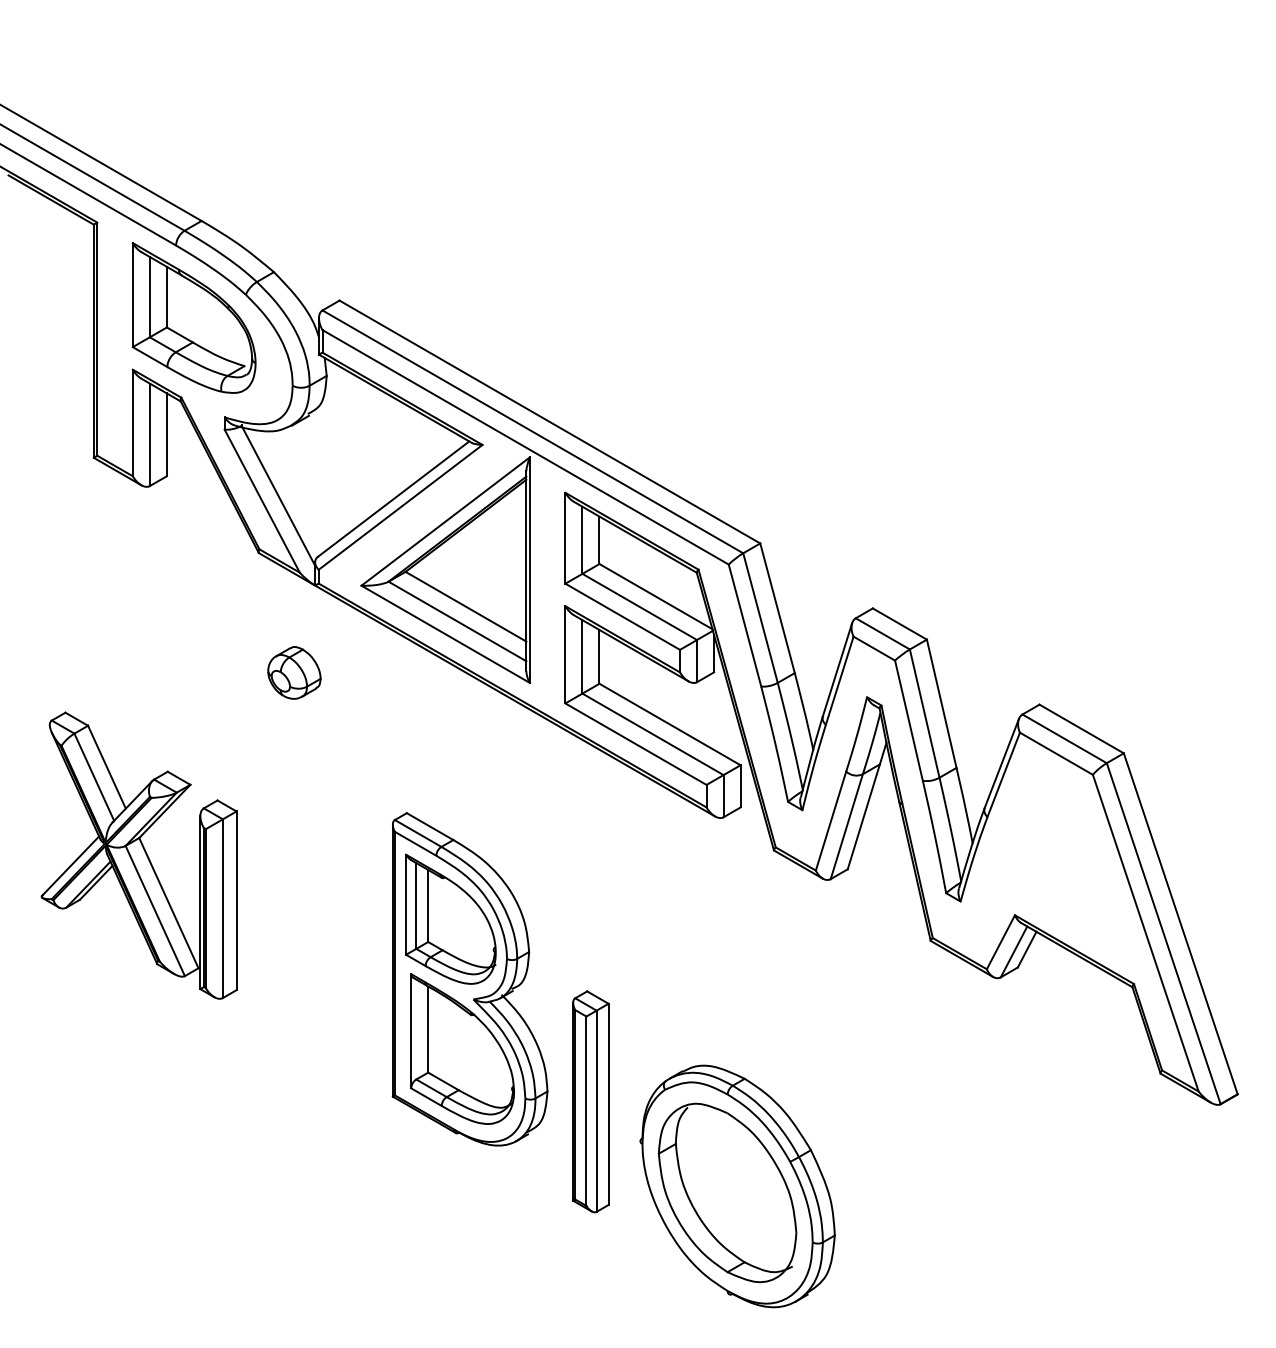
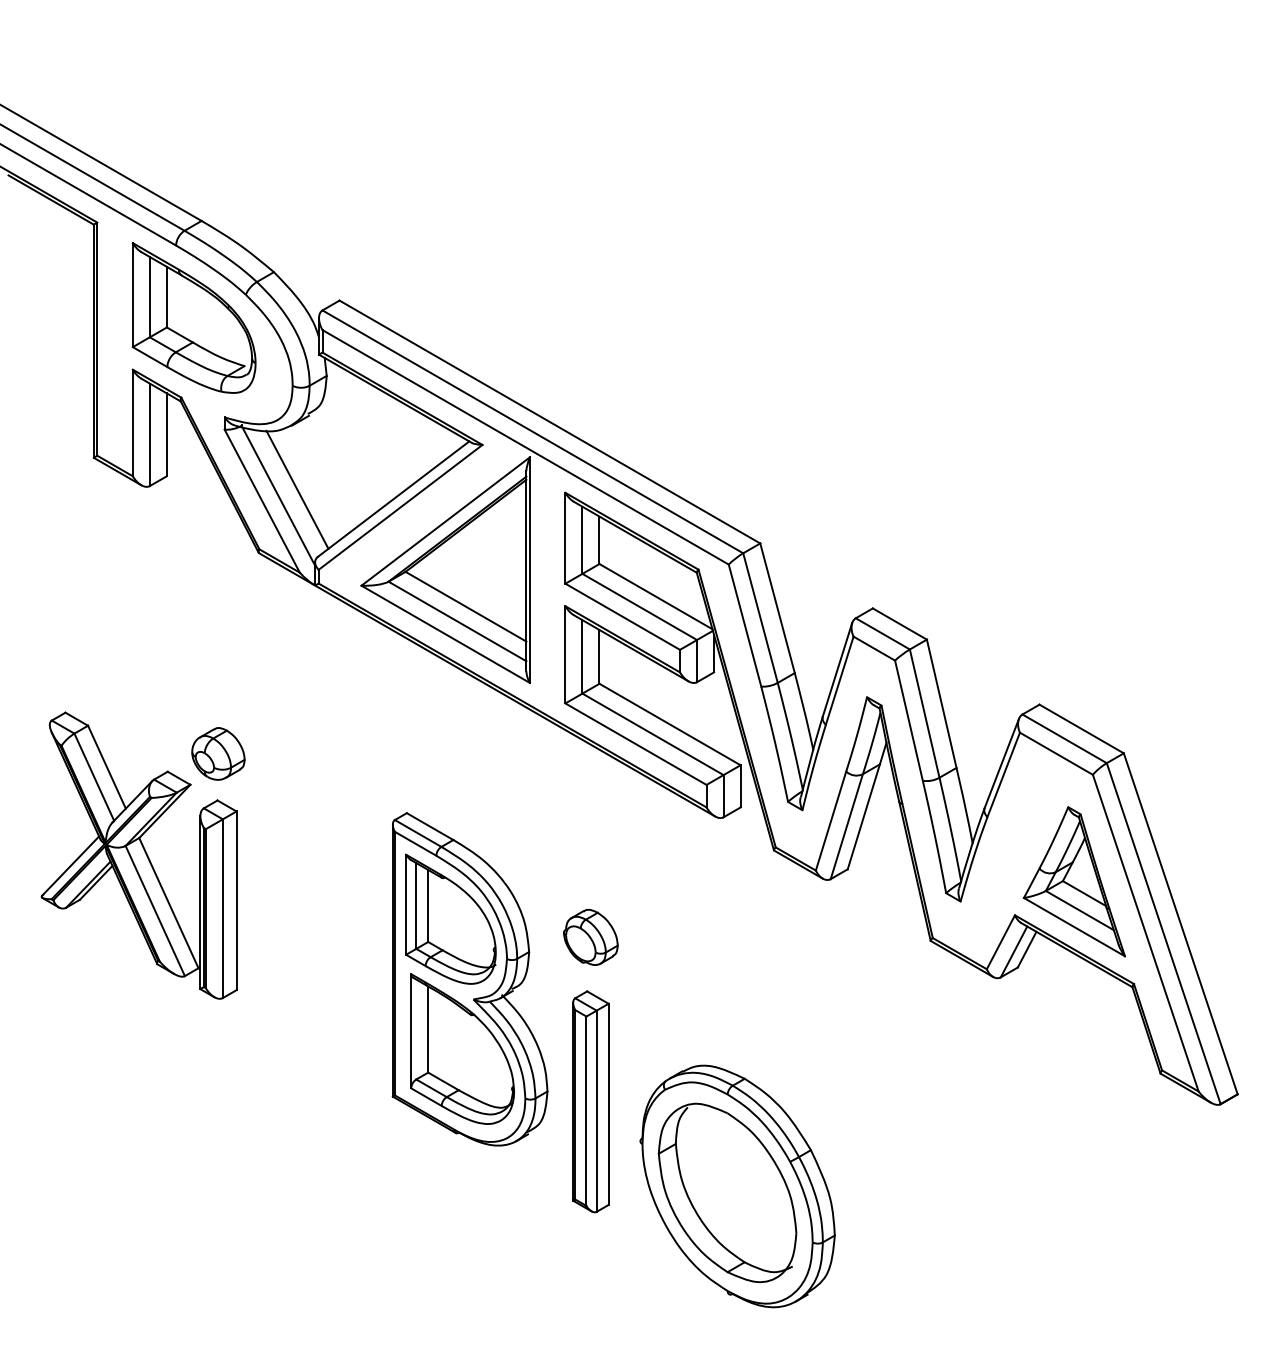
line at (297, 489): none -> present
part at (294, 672) position: (294, 672) -> (218, 753)
part at (1073, 881): none -> present
part at (590, 937): none -> present
